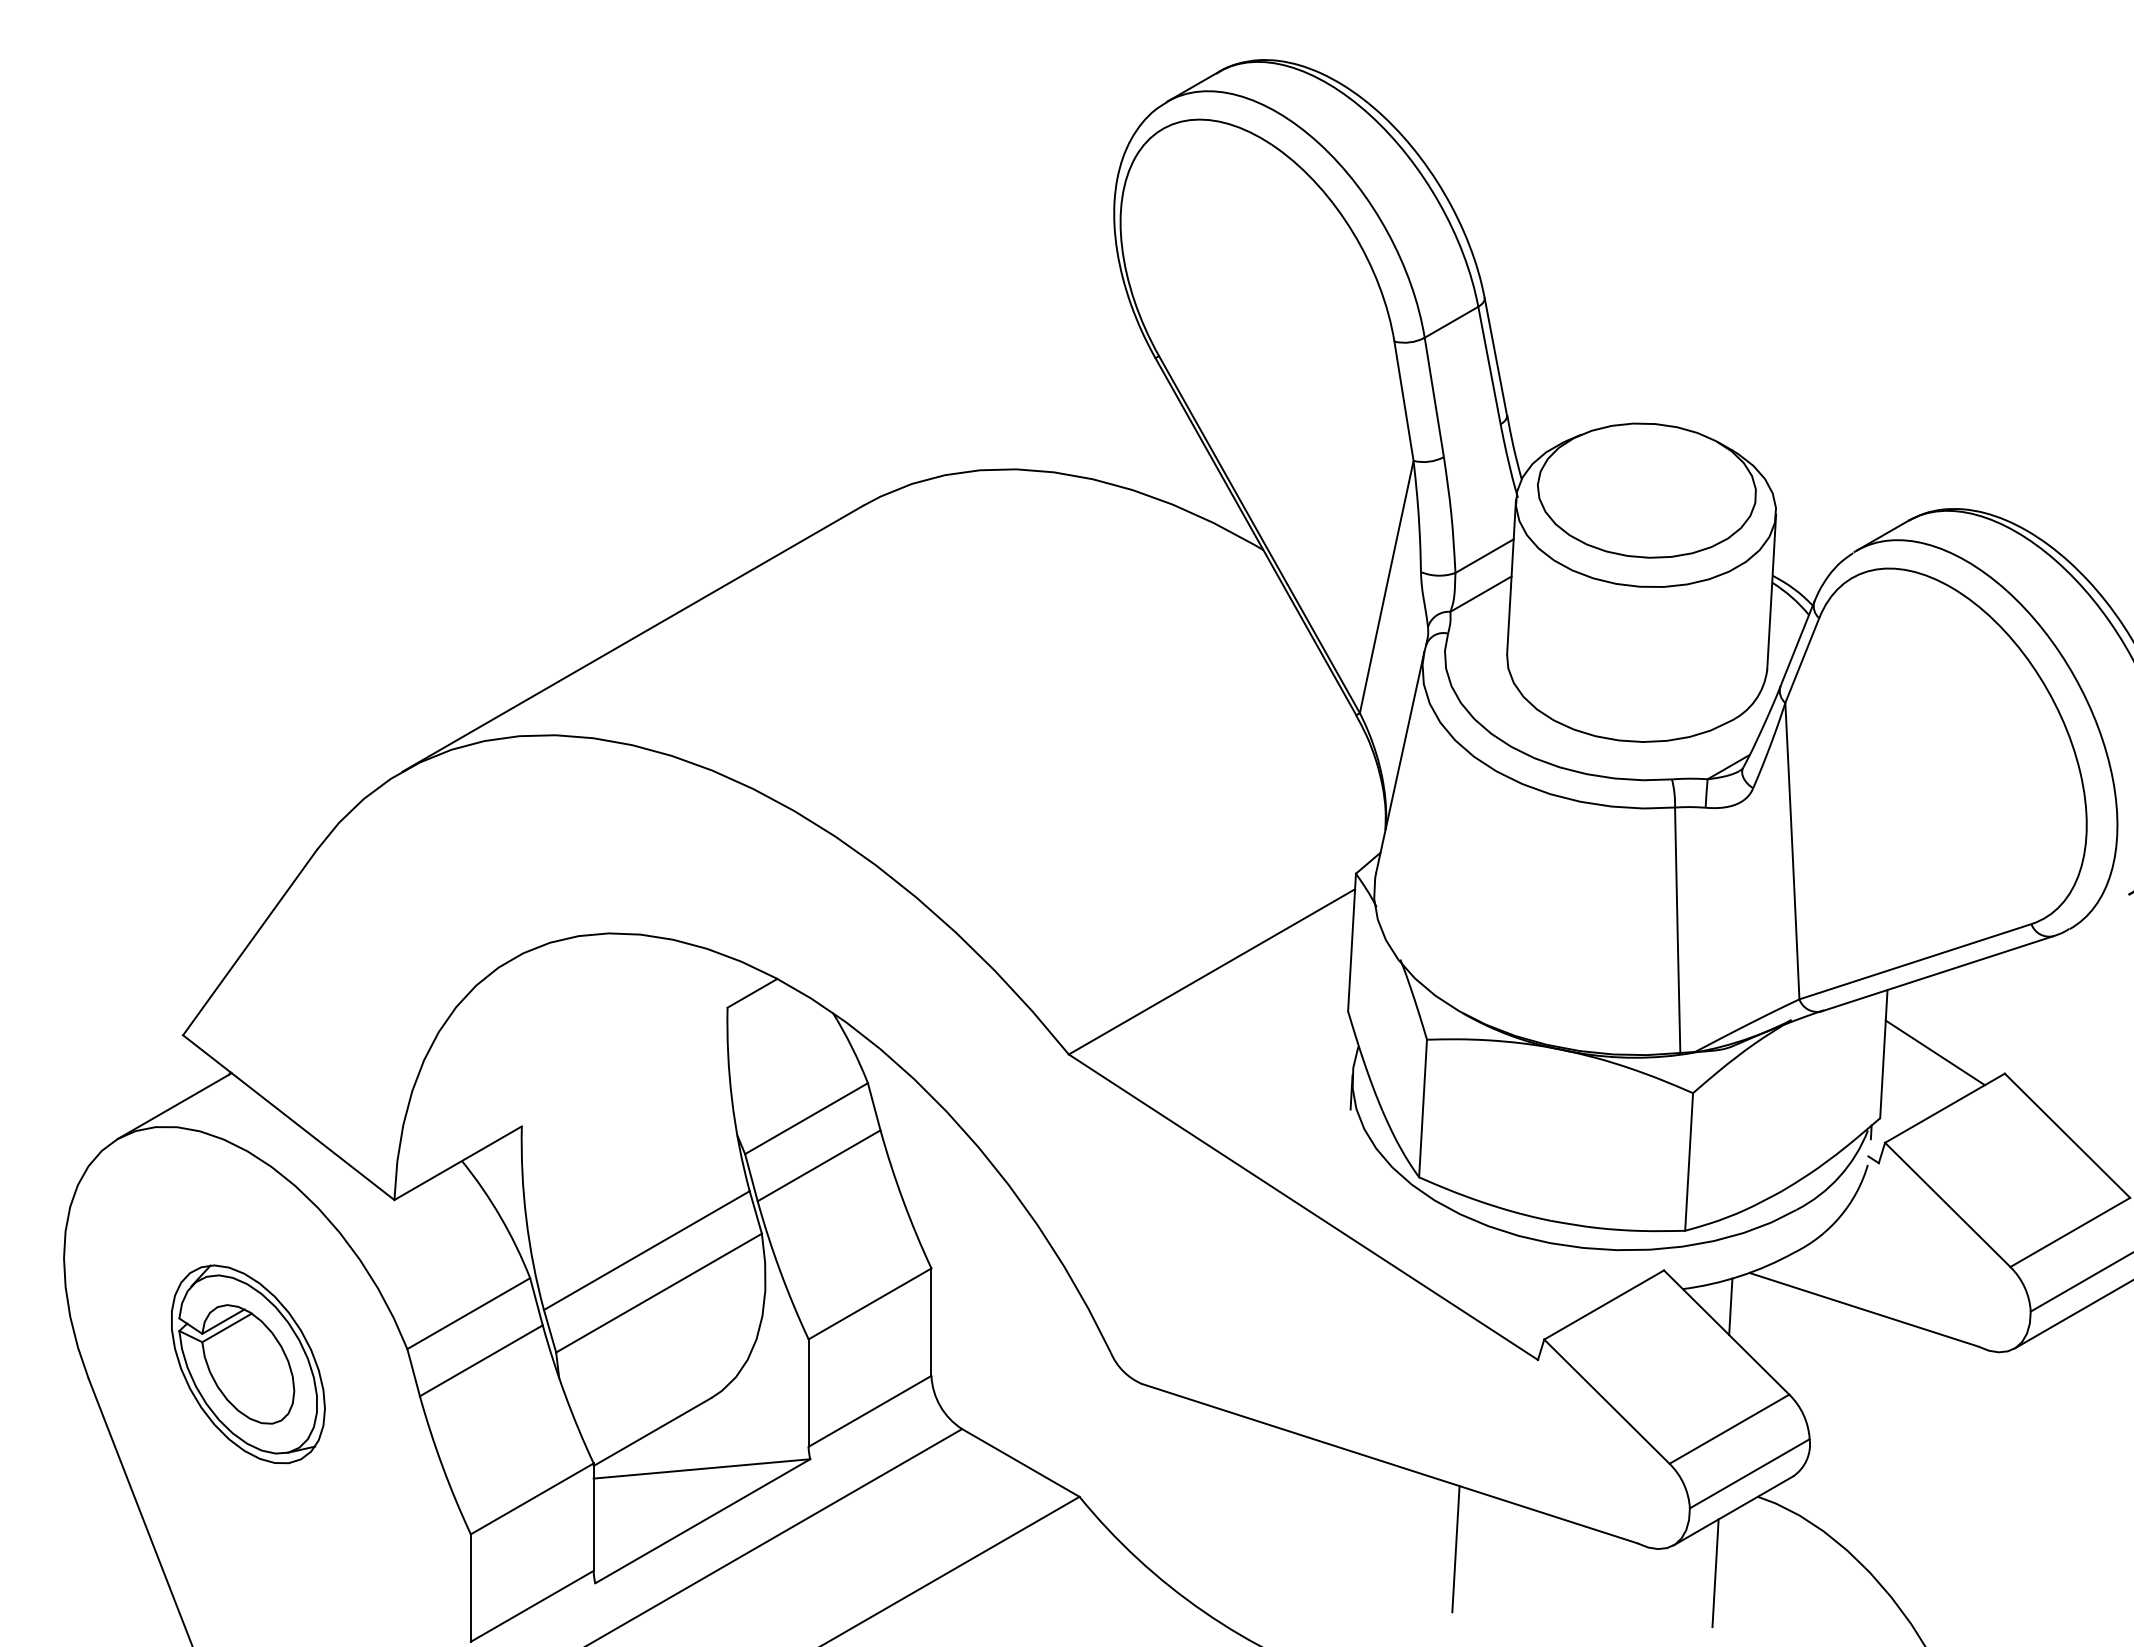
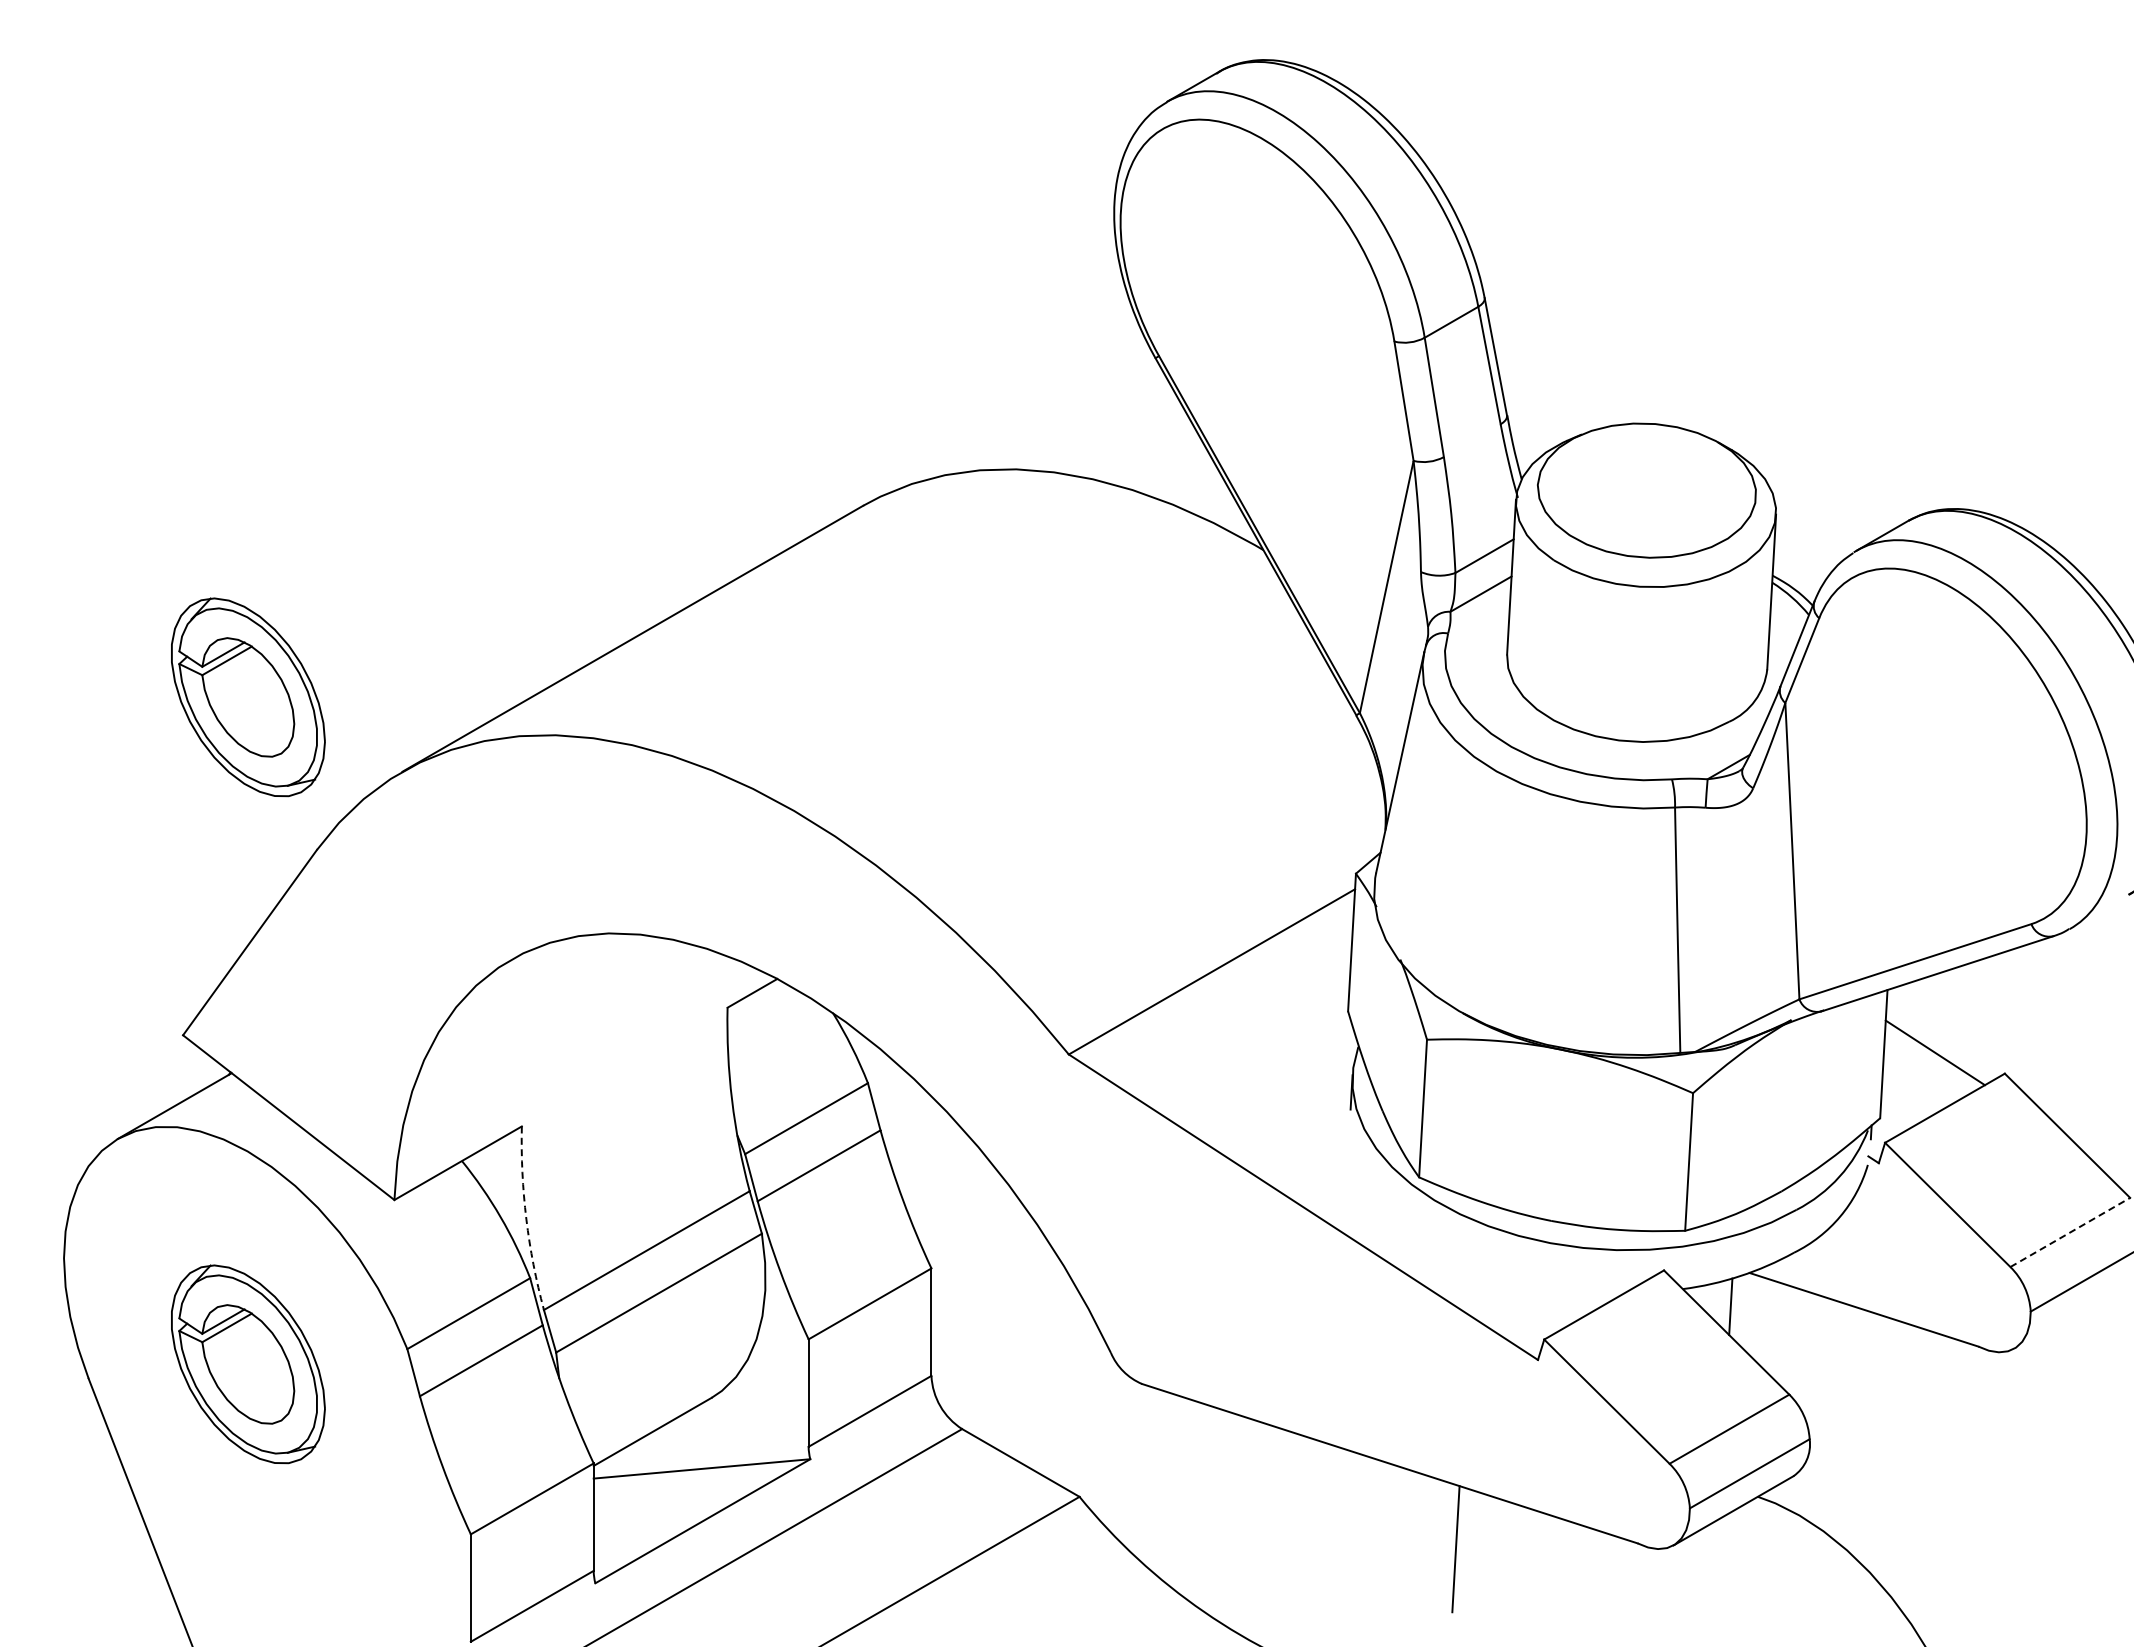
part at (248, 697): none -> present
arc at (526, 1219): solid -> dashed
line at (2070, 1232): solid -> dashed
line at (2072, 1314): present -> none
line at (1715, 1573): present -> none
